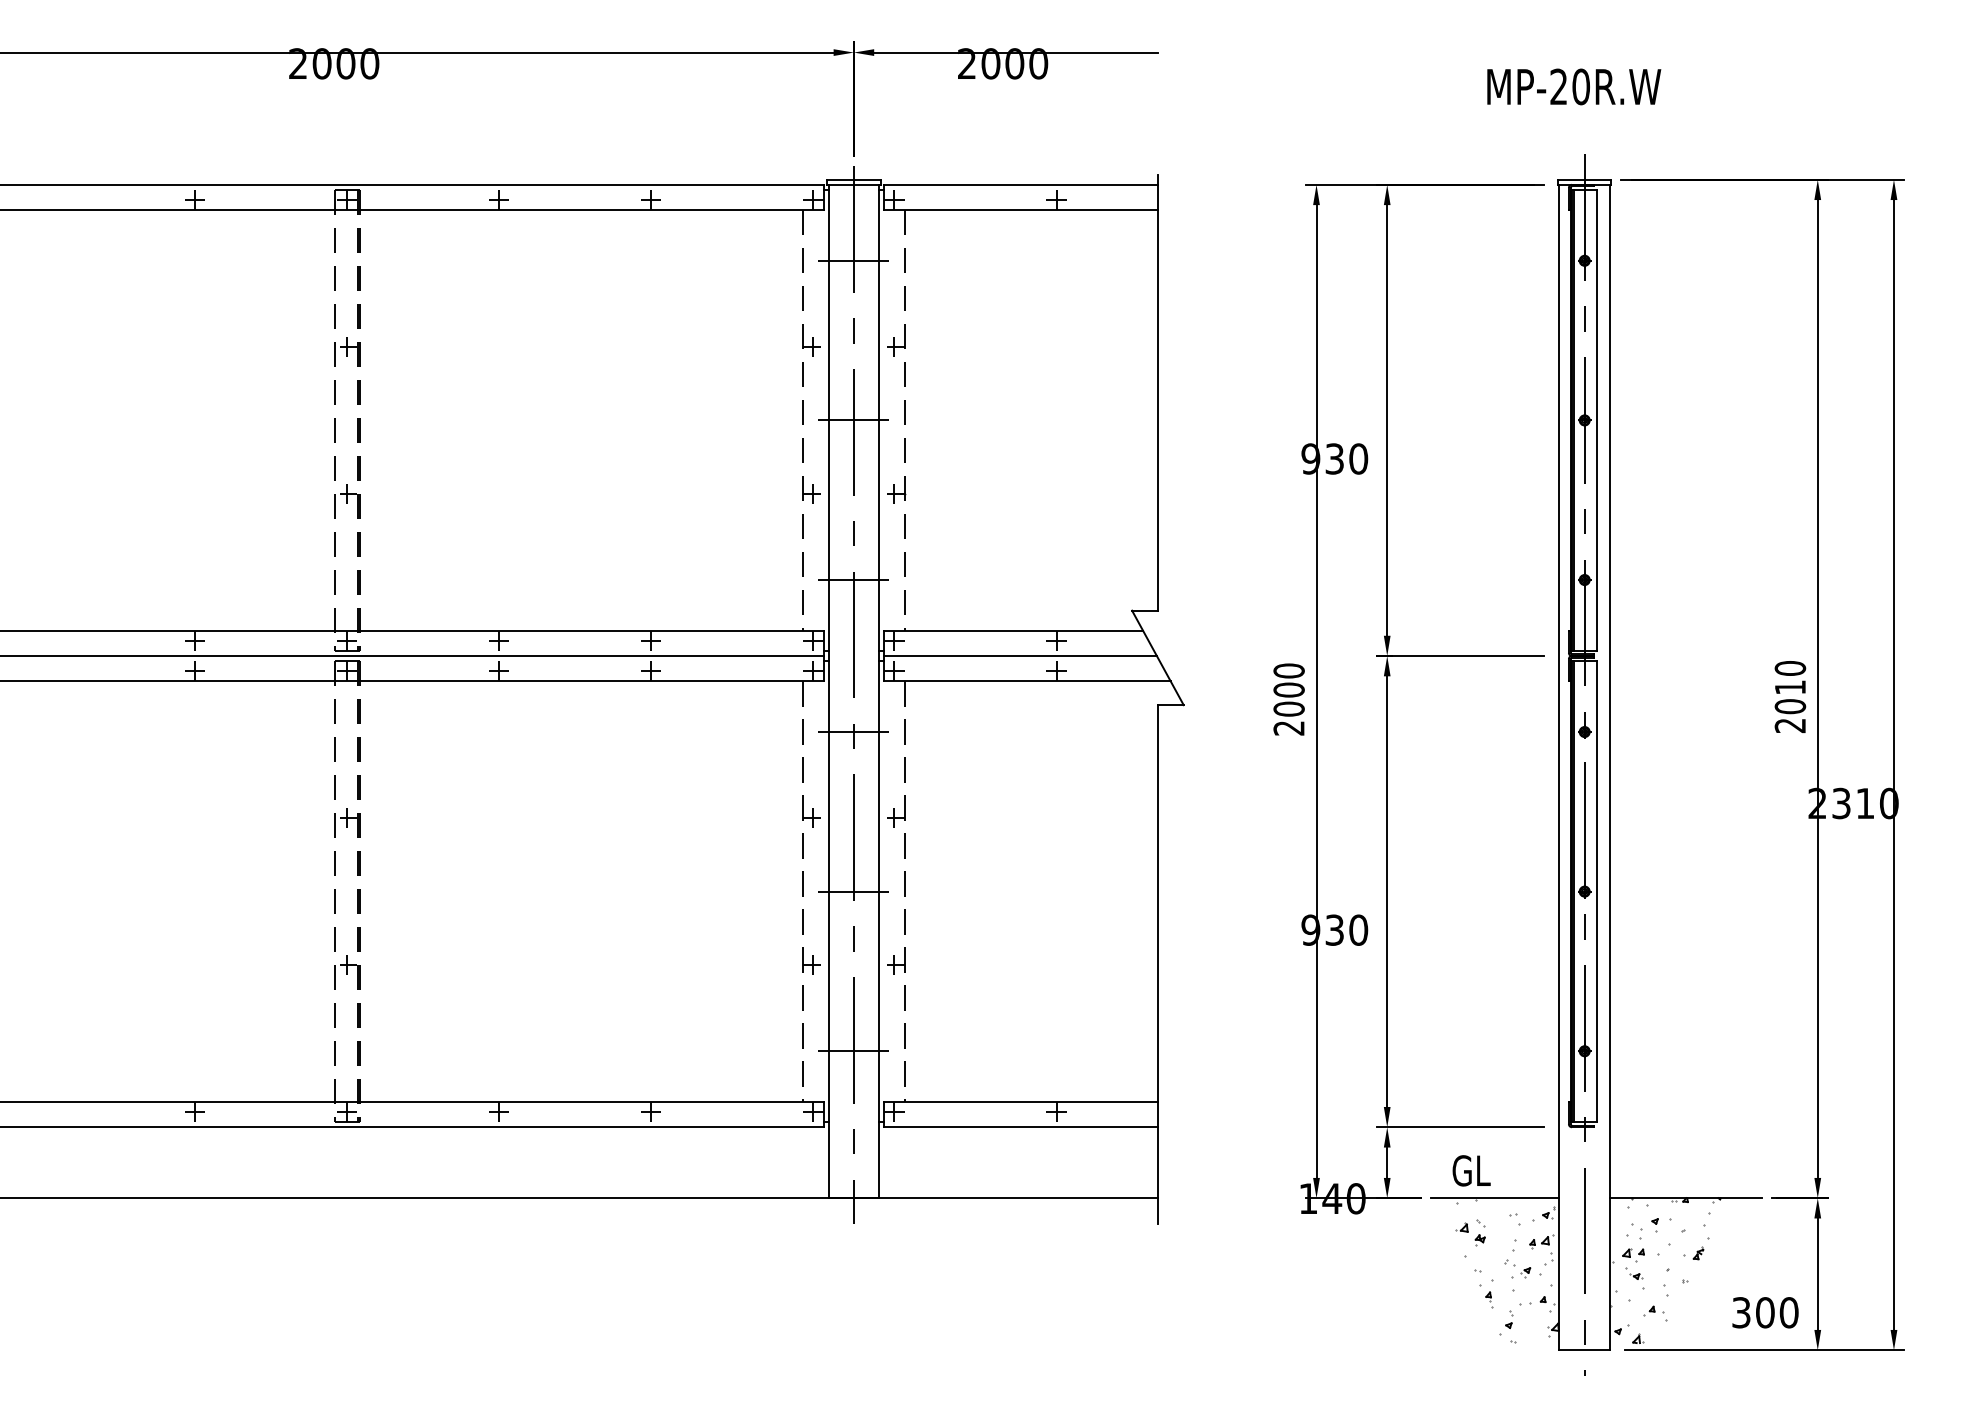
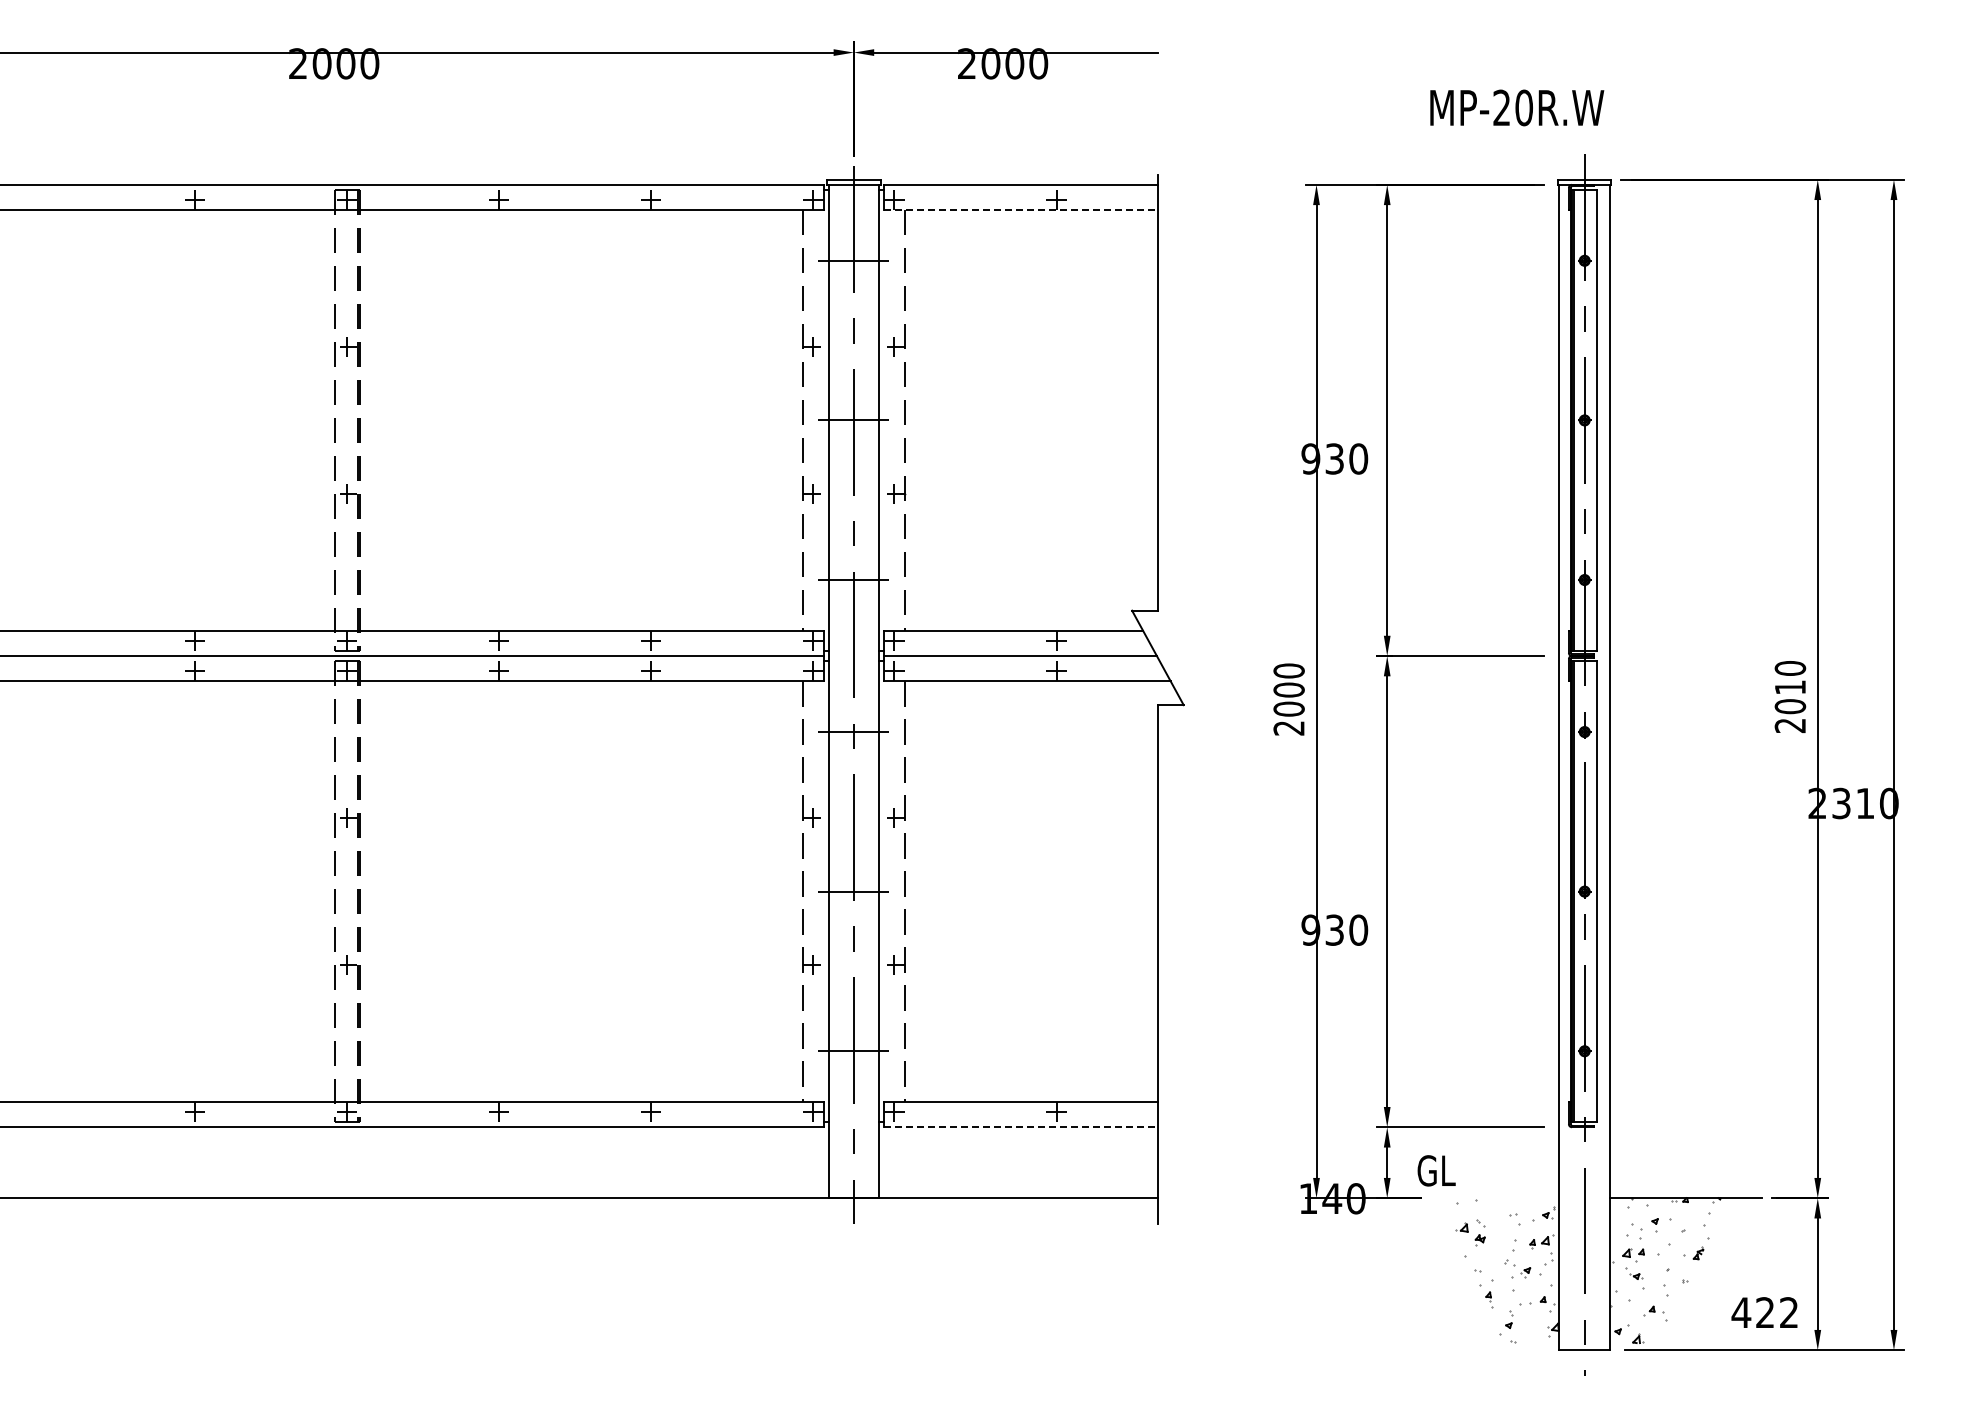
text at (1574, 86) position: (1574, 86) -> (1517, 107)
line at (1021, 210): solid -> dashed
line at (1021, 1127): solid -> dashed
text at (1471, 1170) position: (1471, 1170) -> (1436, 1170)
line at (1494, 1198): present -> none
text at (1764, 1312): 300 -> 422
